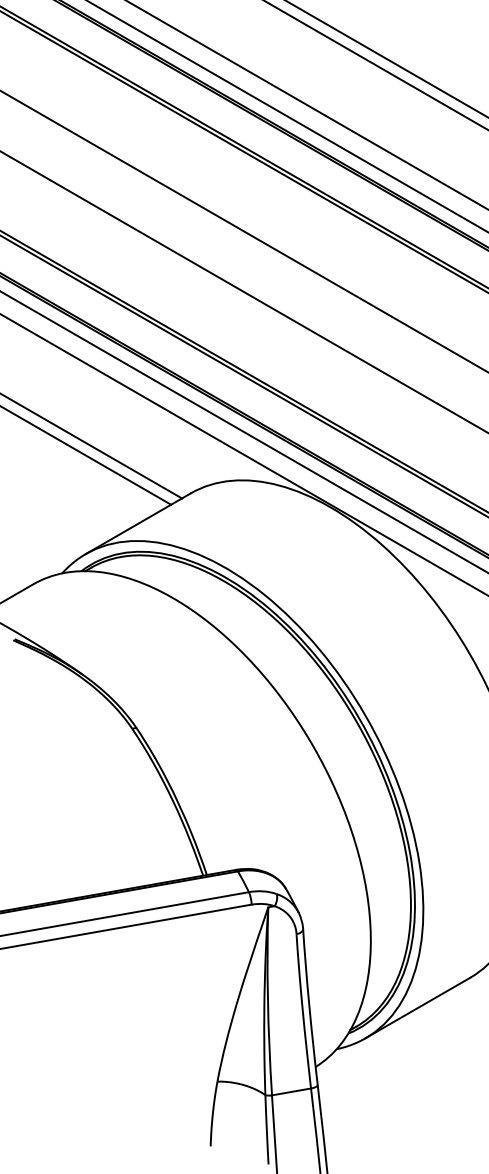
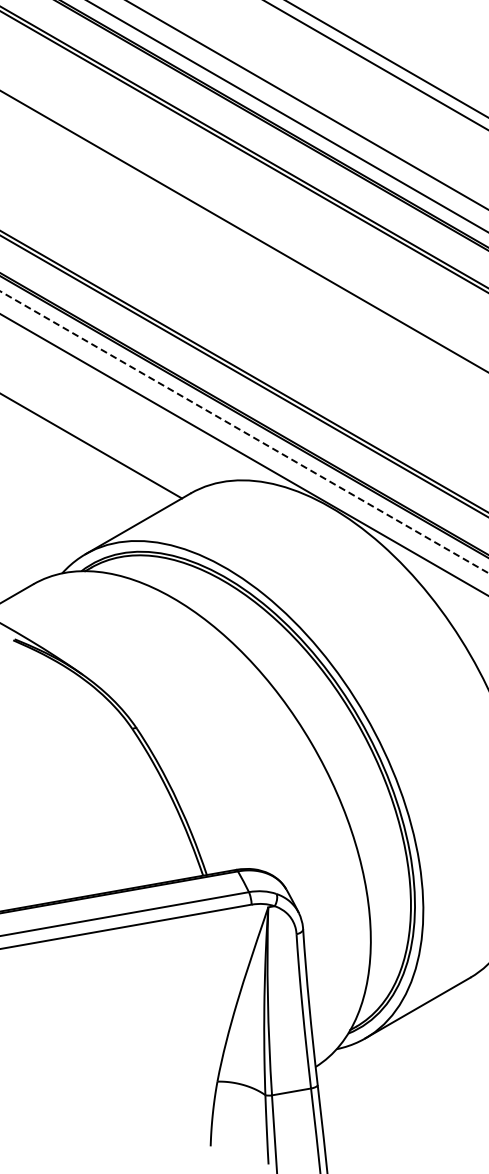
line at (243, 291): present -> none
line at (244, 432): solid -> dashed
line at (86, 455): present -> none
